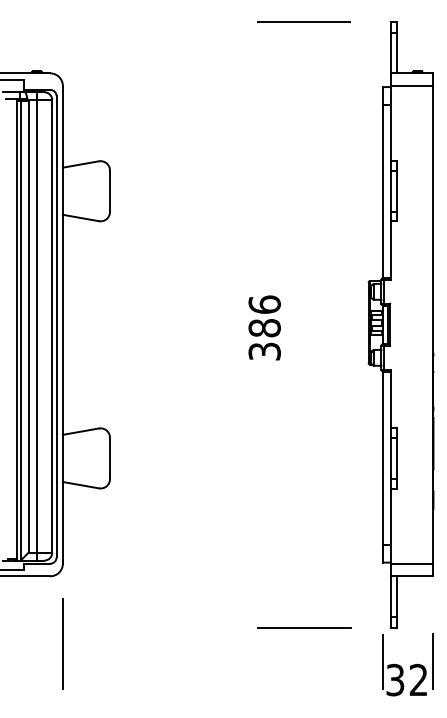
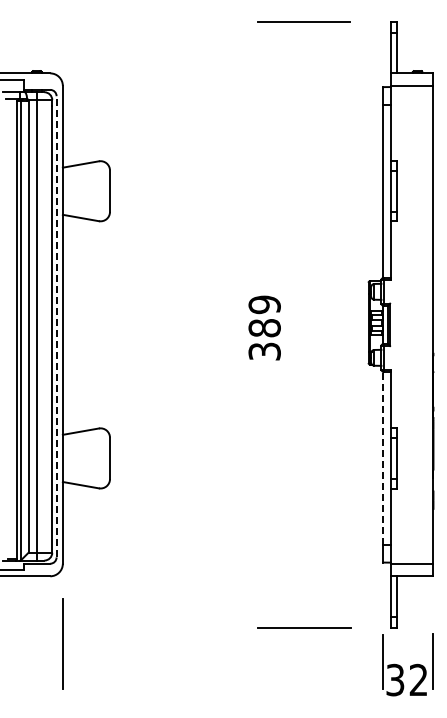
text at (264, 304): 386 -> 389
line at (56, 326): solid -> dashed
line at (383, 458): solid -> dashed
